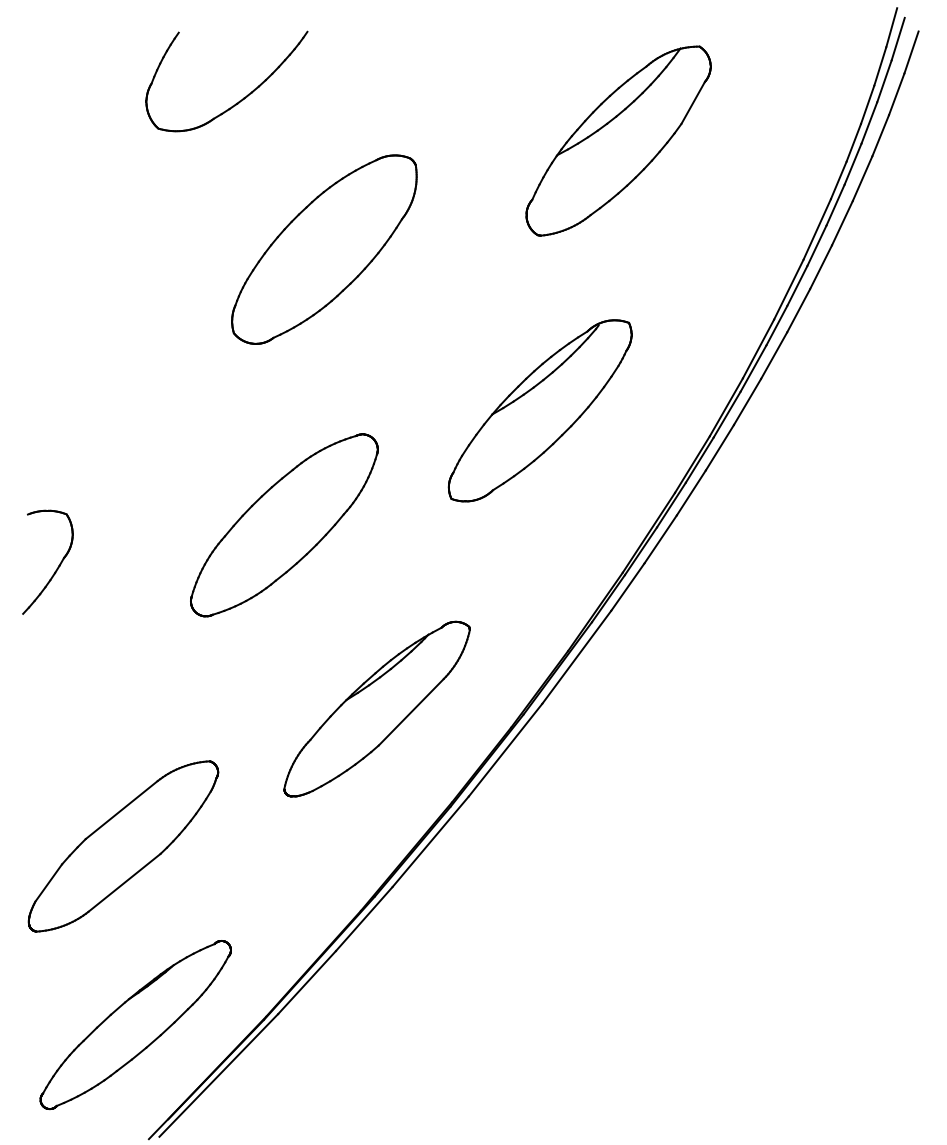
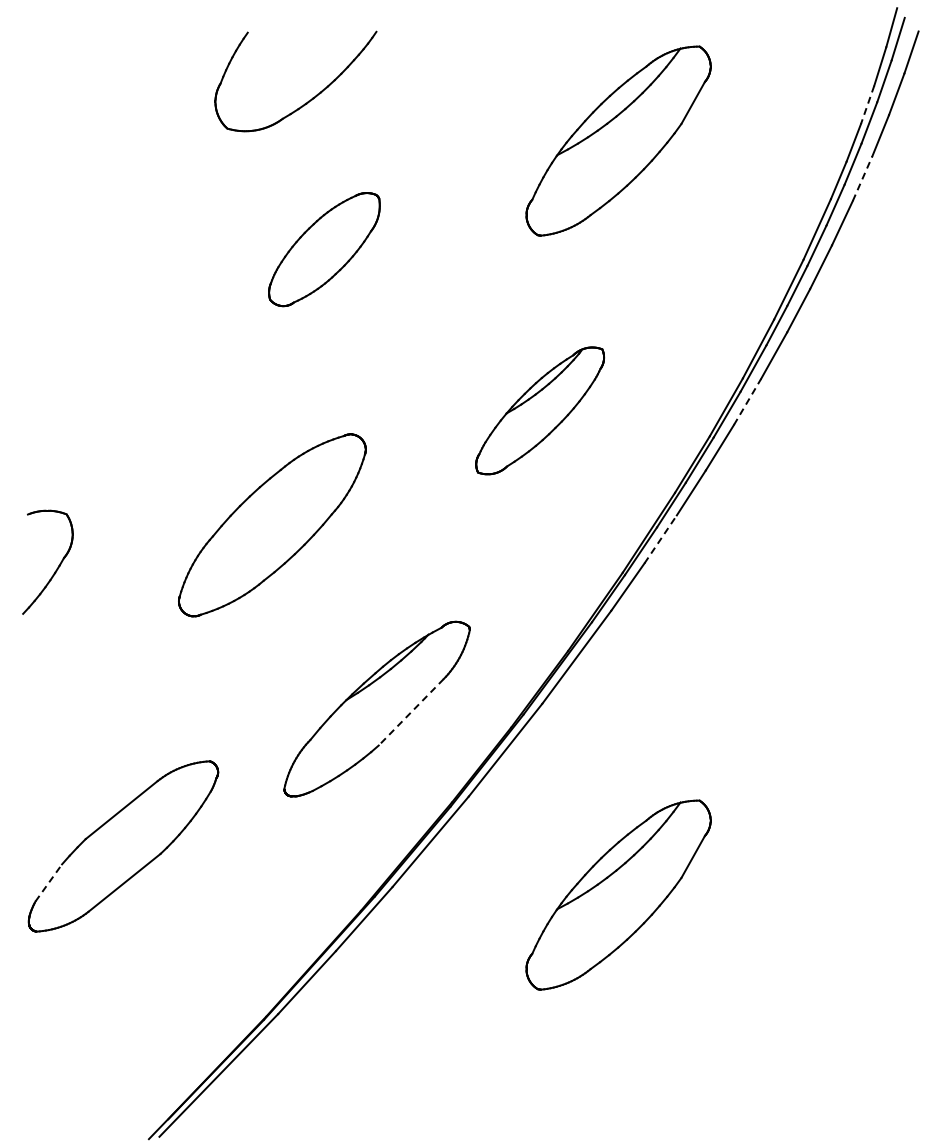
part at (239, 100) position: (239, 100) -> (308, 100)
line at (867, 105): solid -> dashed
line at (862, 178): solid -> dashed
part at (324, 249) size: 187x191 px -> 113x116 px
line at (747, 401): solid -> dashed
part at (539, 410) size: 186x184 px -> 131x130 px
part at (284, 525) position: (284, 525) -> (272, 525)
line at (660, 539): solid -> dashed
line at (411, 712): solid -> dashed
line at (48, 882): solid -> dashed
part at (618, 894): none -> present
part at (135, 1025): present -> none
